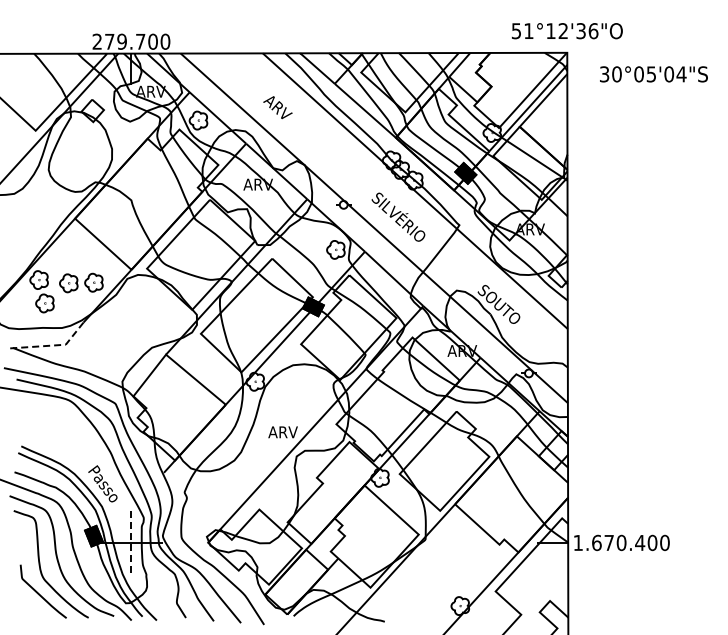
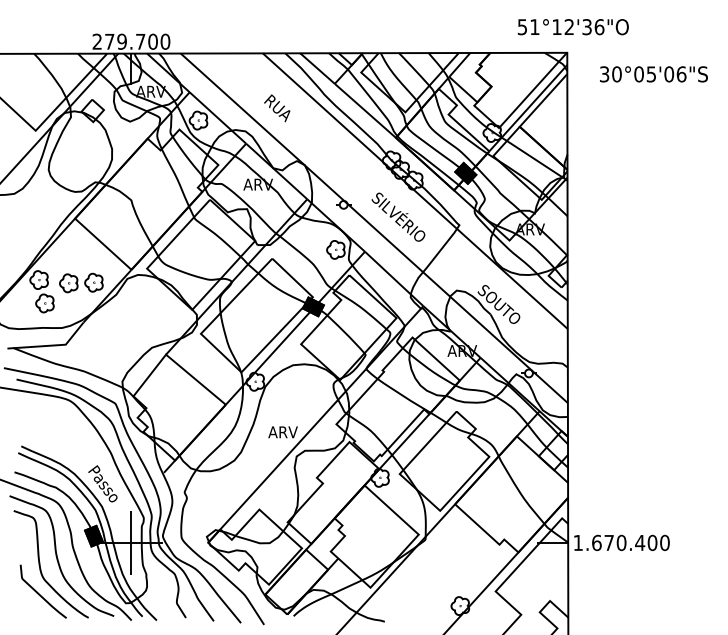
text at (567, 31) position: (567, 31) -> (573, 27)
text at (681, 74): 30°05'04"S -> 30°05'06"S
text at (277, 108): ARV -> RUA
line at (50, 345): dashed -> solid
line at (131, 542): dashed -> solid
